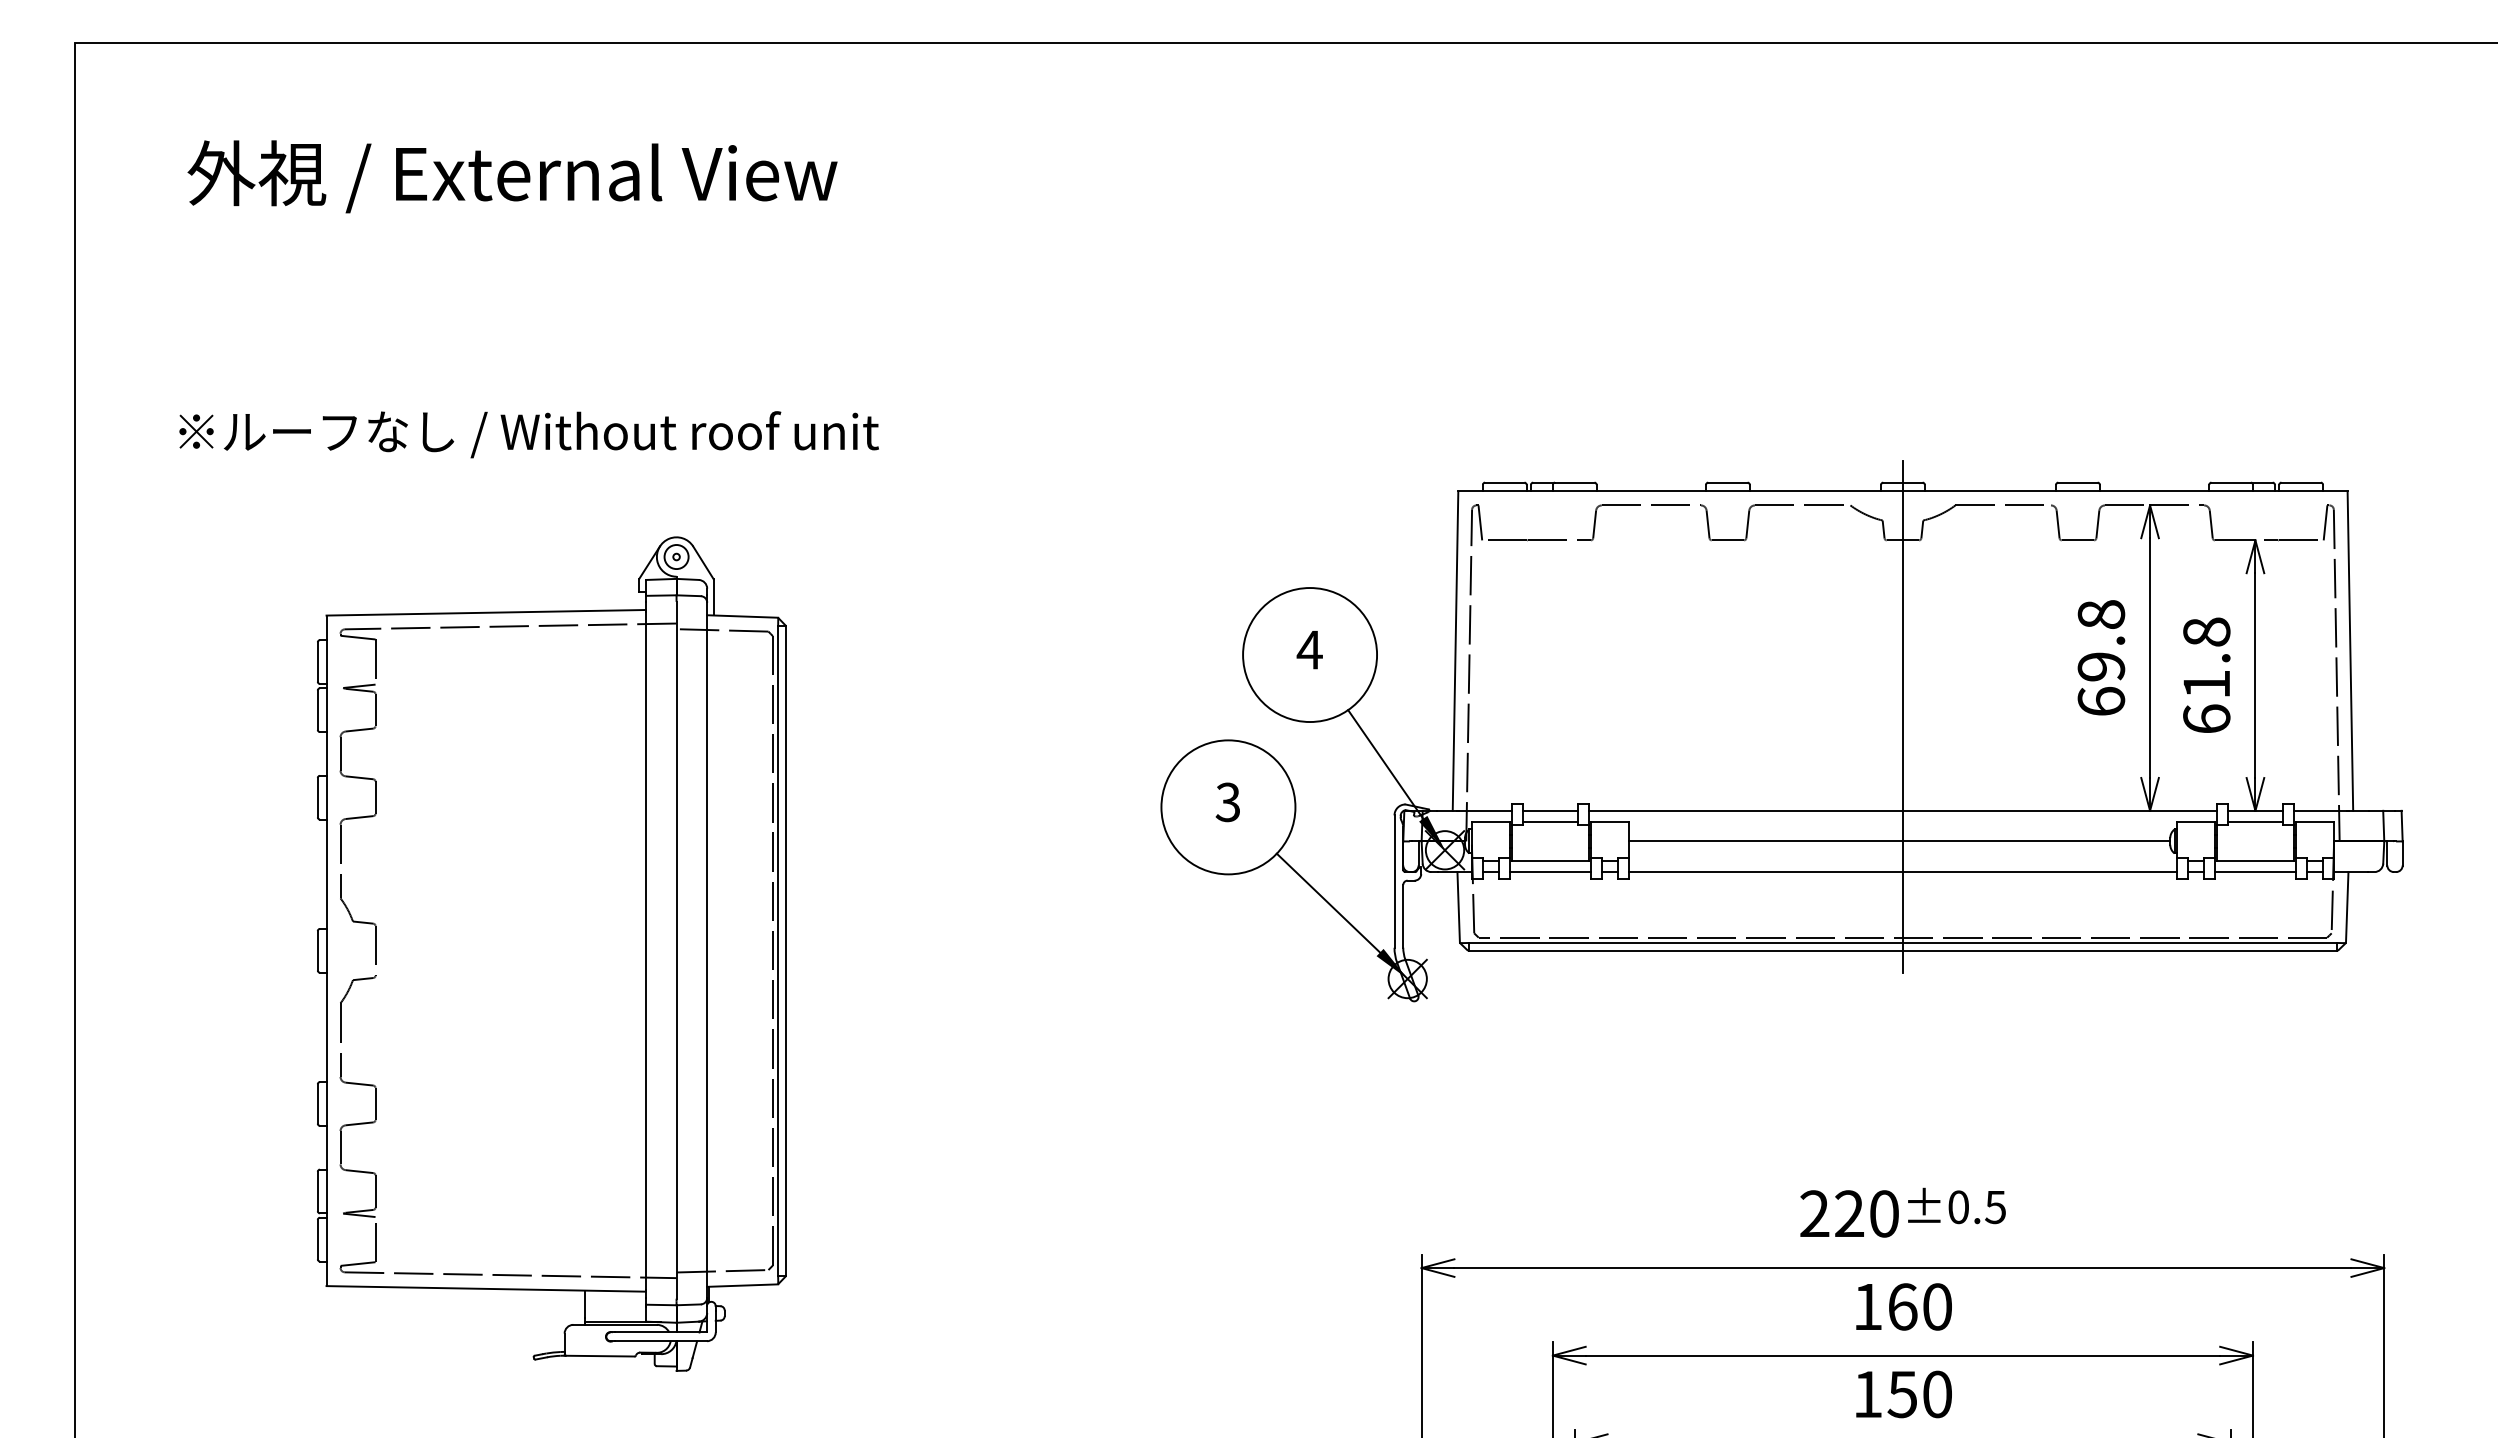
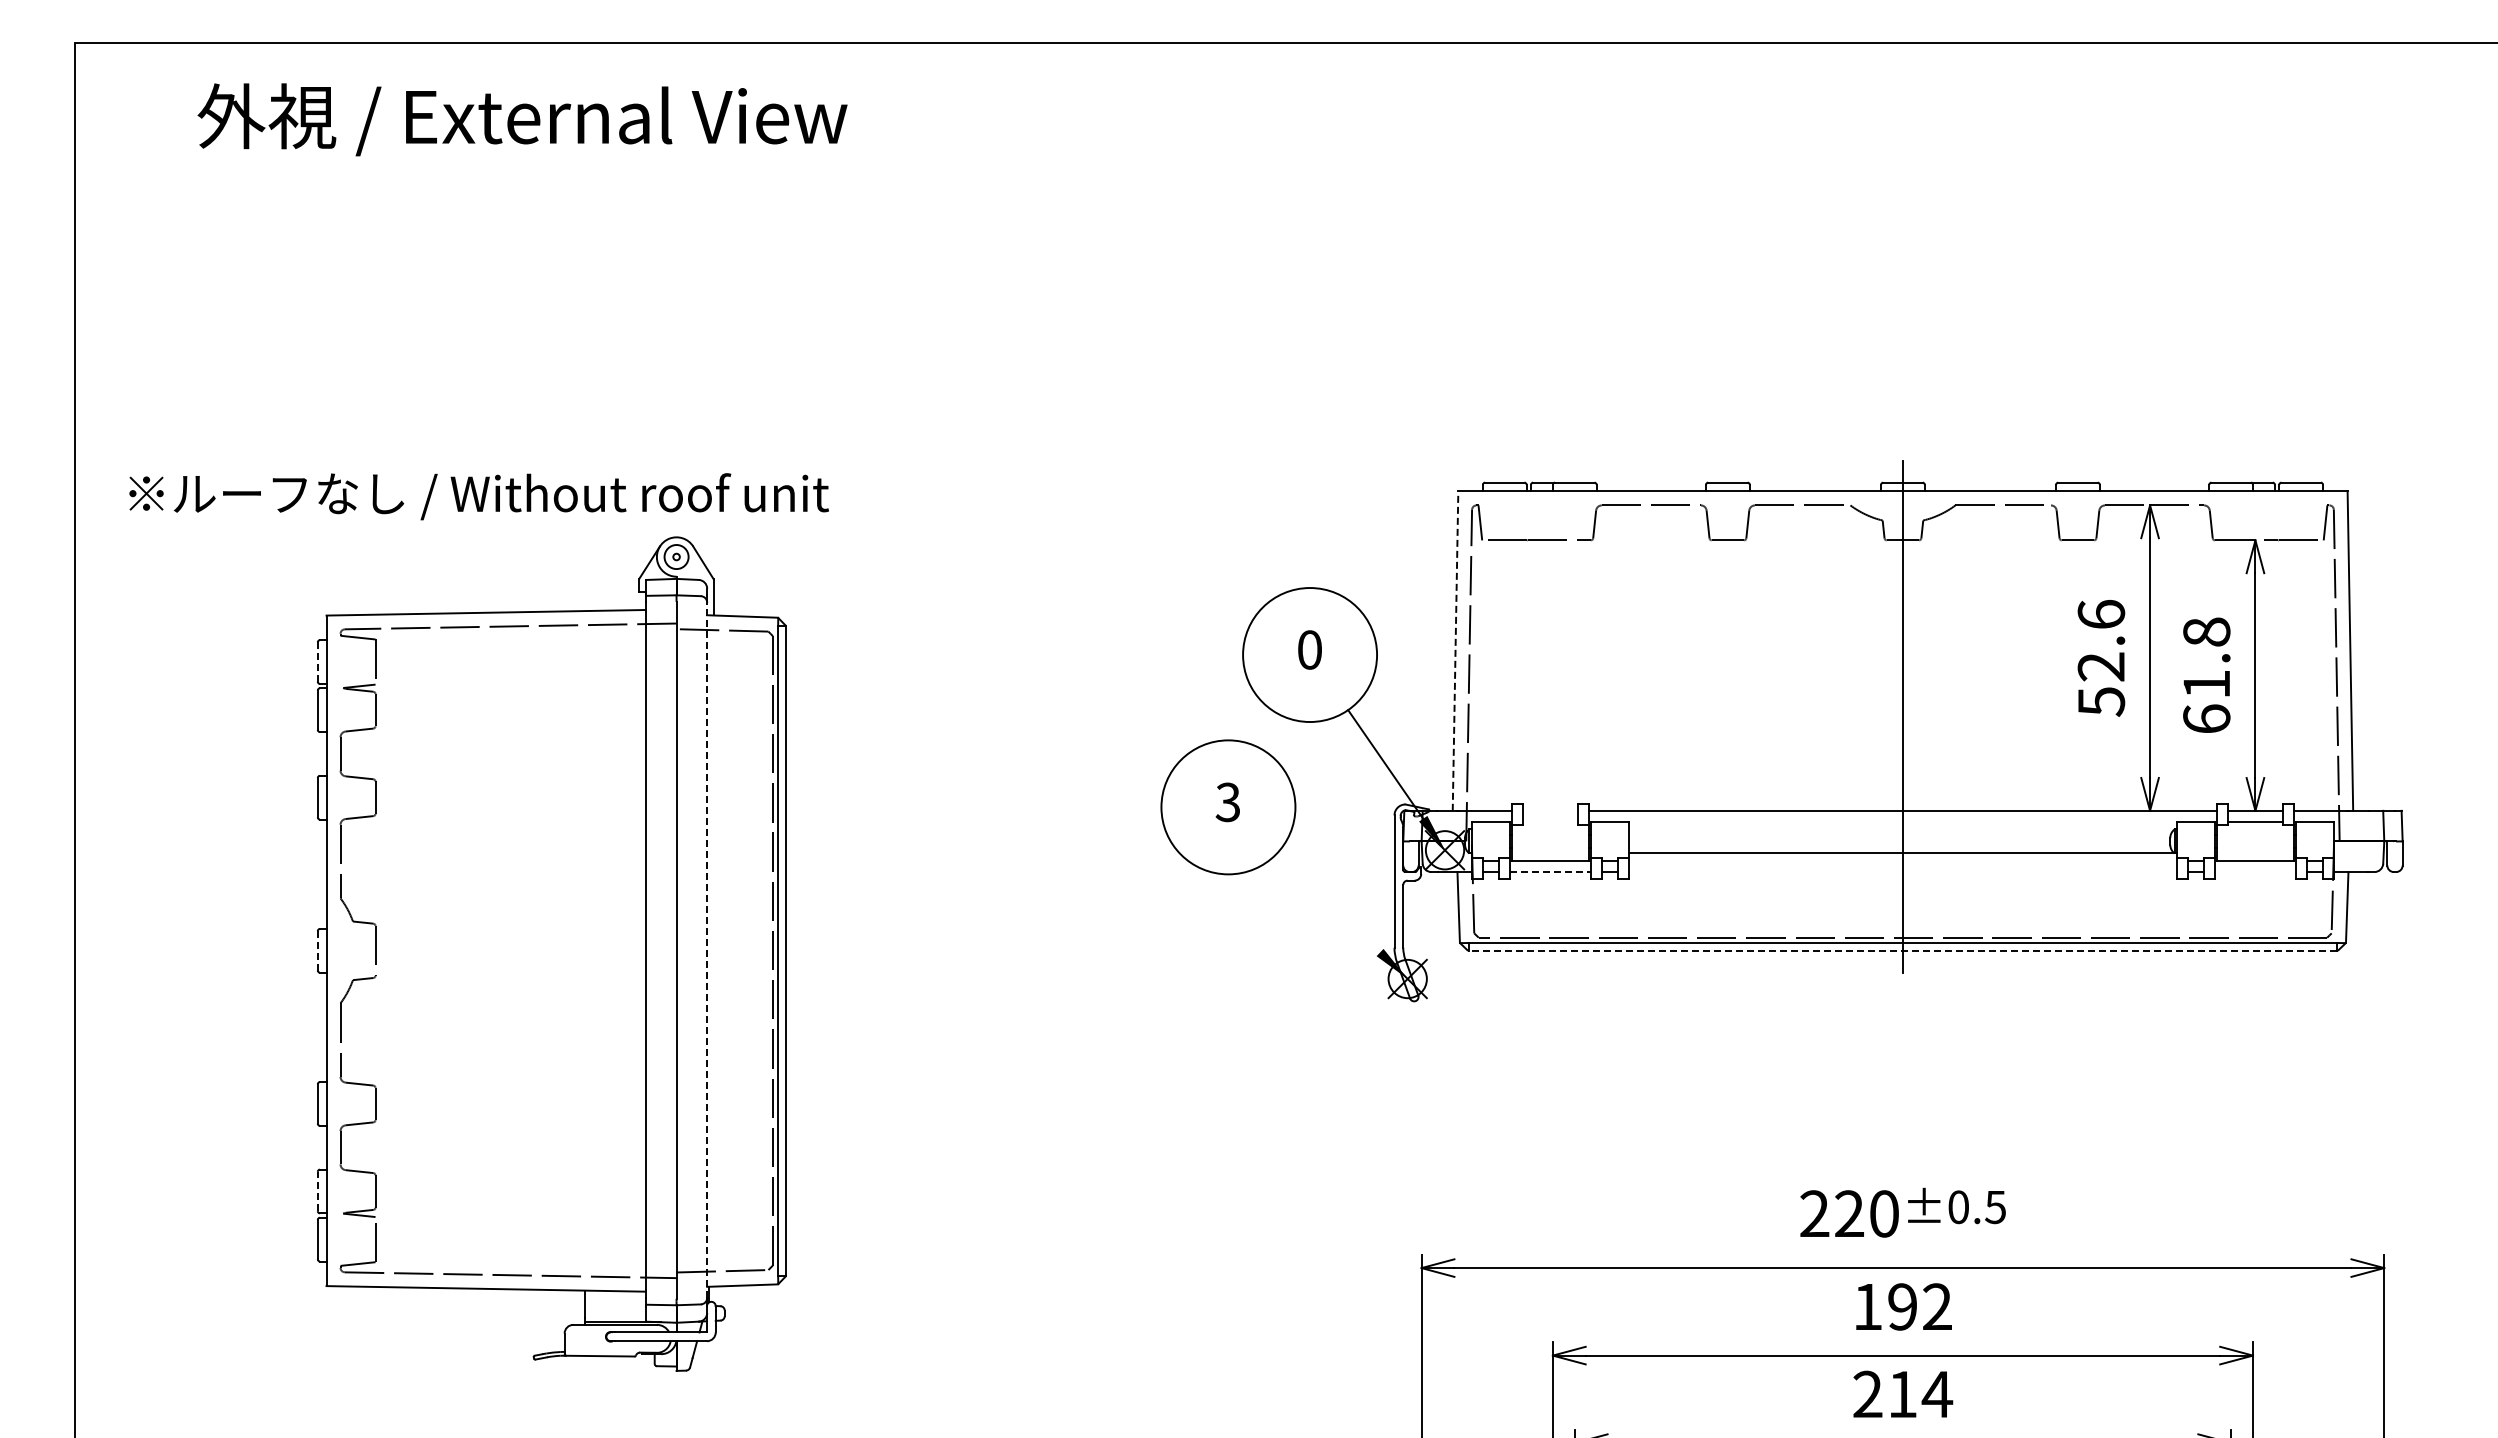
text at (512, 176) position: (512, 176) -> (522, 119)
text at (528, 434) position: (528, 434) -> (478, 496)
text at (1309, 649): 4 -> 0
line at (1455, 651): solid -> dashed
text at (2101, 657): 69.8 -> 52.6
line at (317, 662): solid -> dashed
line at (1550, 810): present -> none
line at (1550, 821): present -> none
line at (1899, 841): present -> none
line at (1550, 872): solid -> dashed
line at (1902, 872) position: (1902, 872) -> (1902, 853)
line at (2255, 872): present -> none
line at (1328, 902): present -> none
line at (317, 950): solid -> dashed
line at (707, 950): solid -> dashed
line at (1902, 950): solid -> dashed
line at (317, 1191): solid -> dashed
text at (1919, 1306): 160 -> 192
text at (1903, 1394): 150 -> 214
